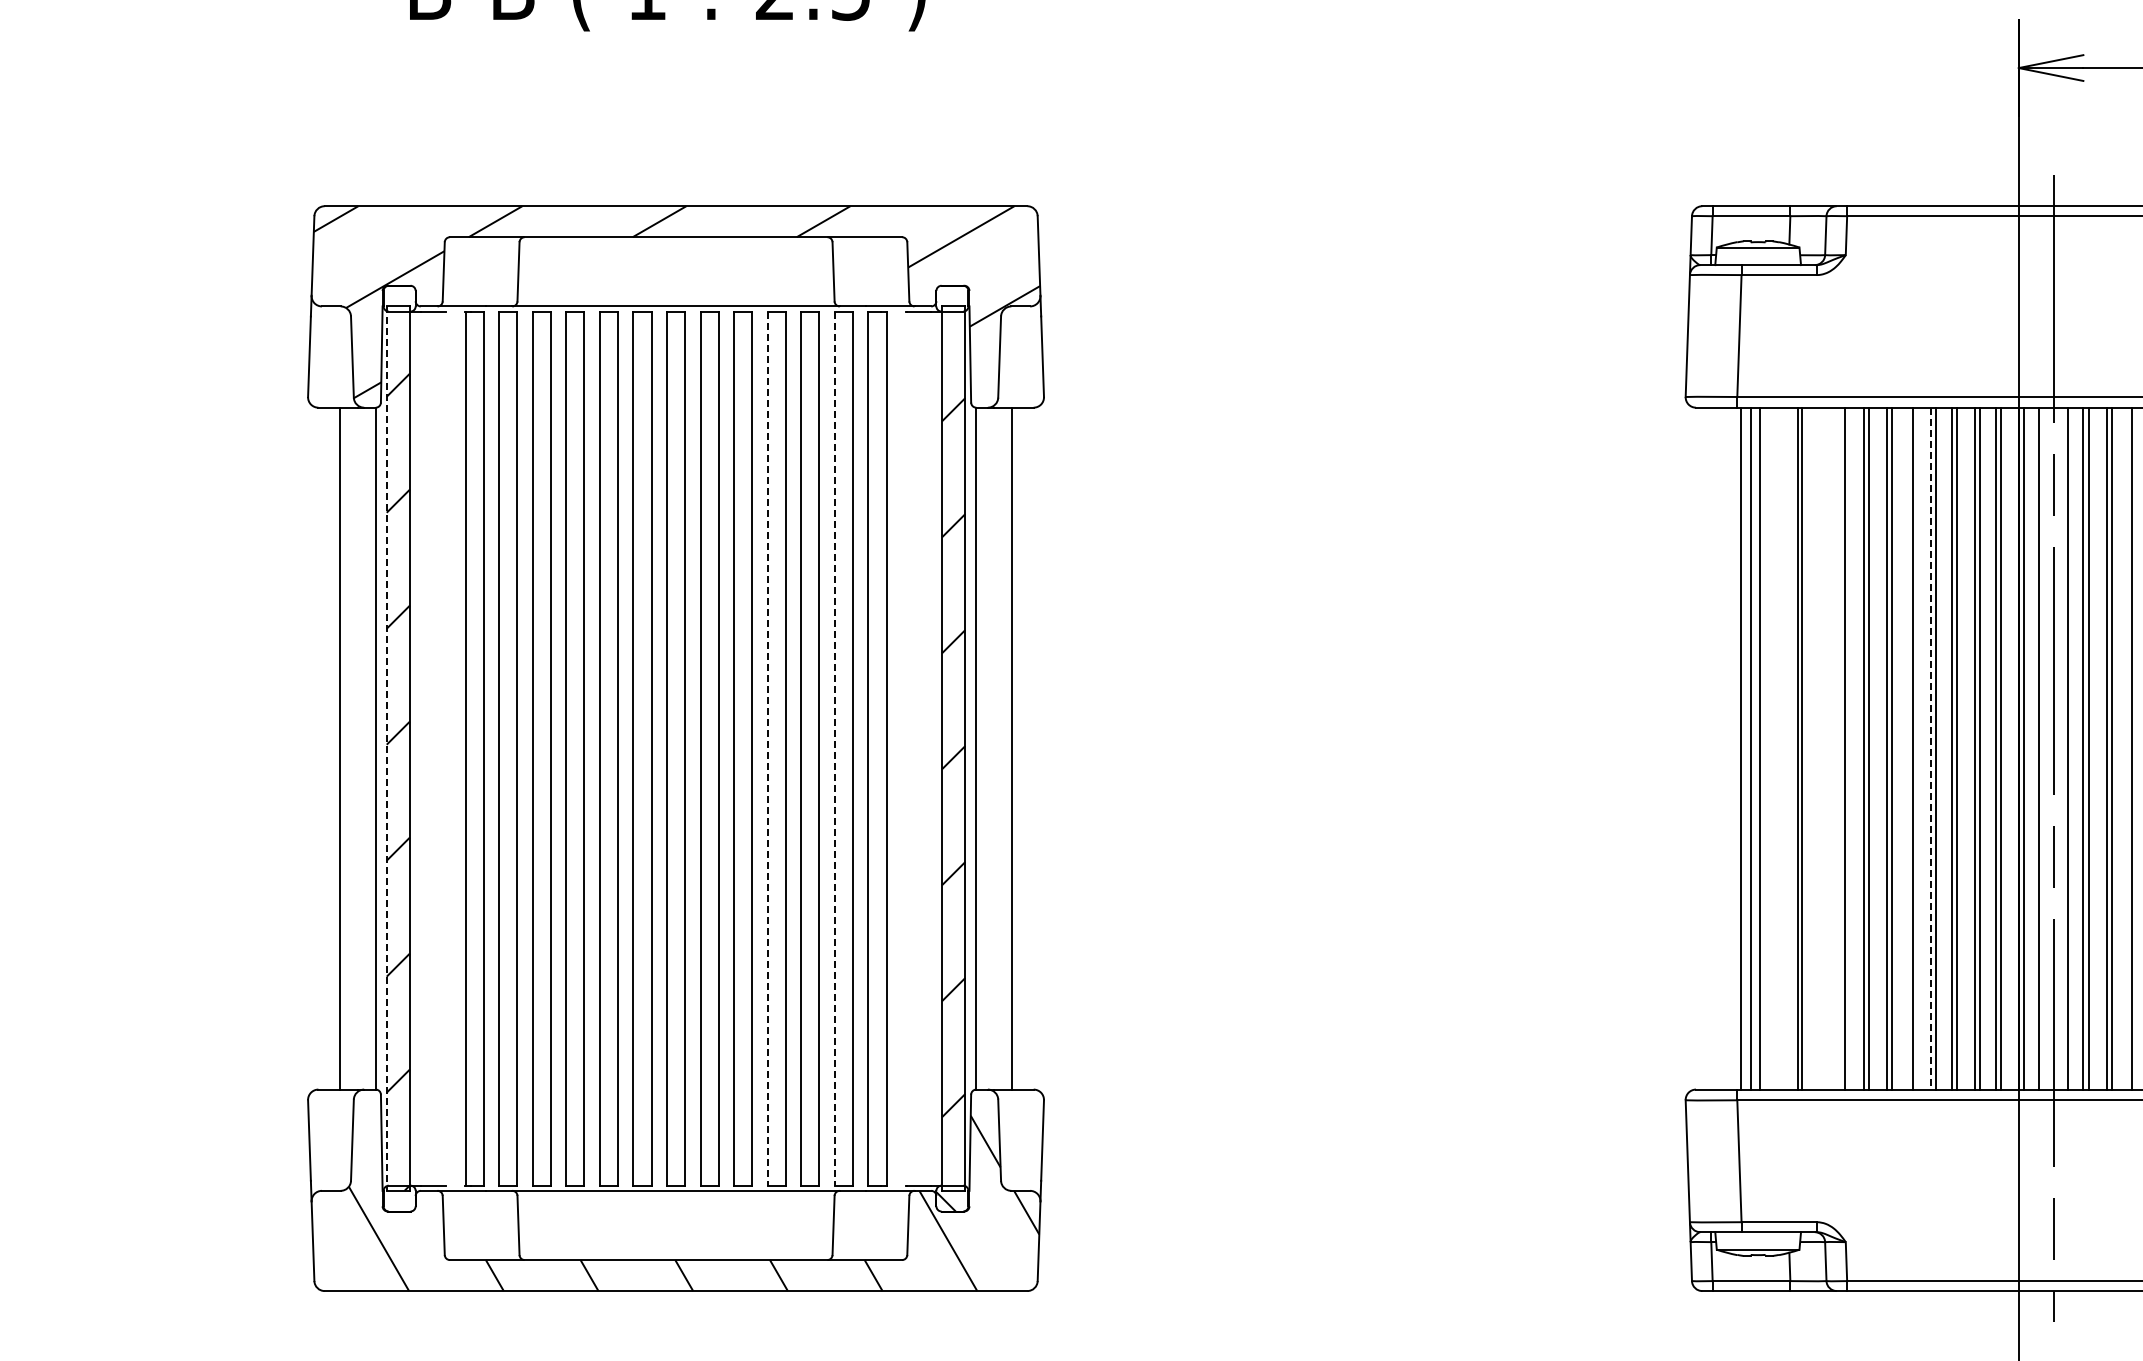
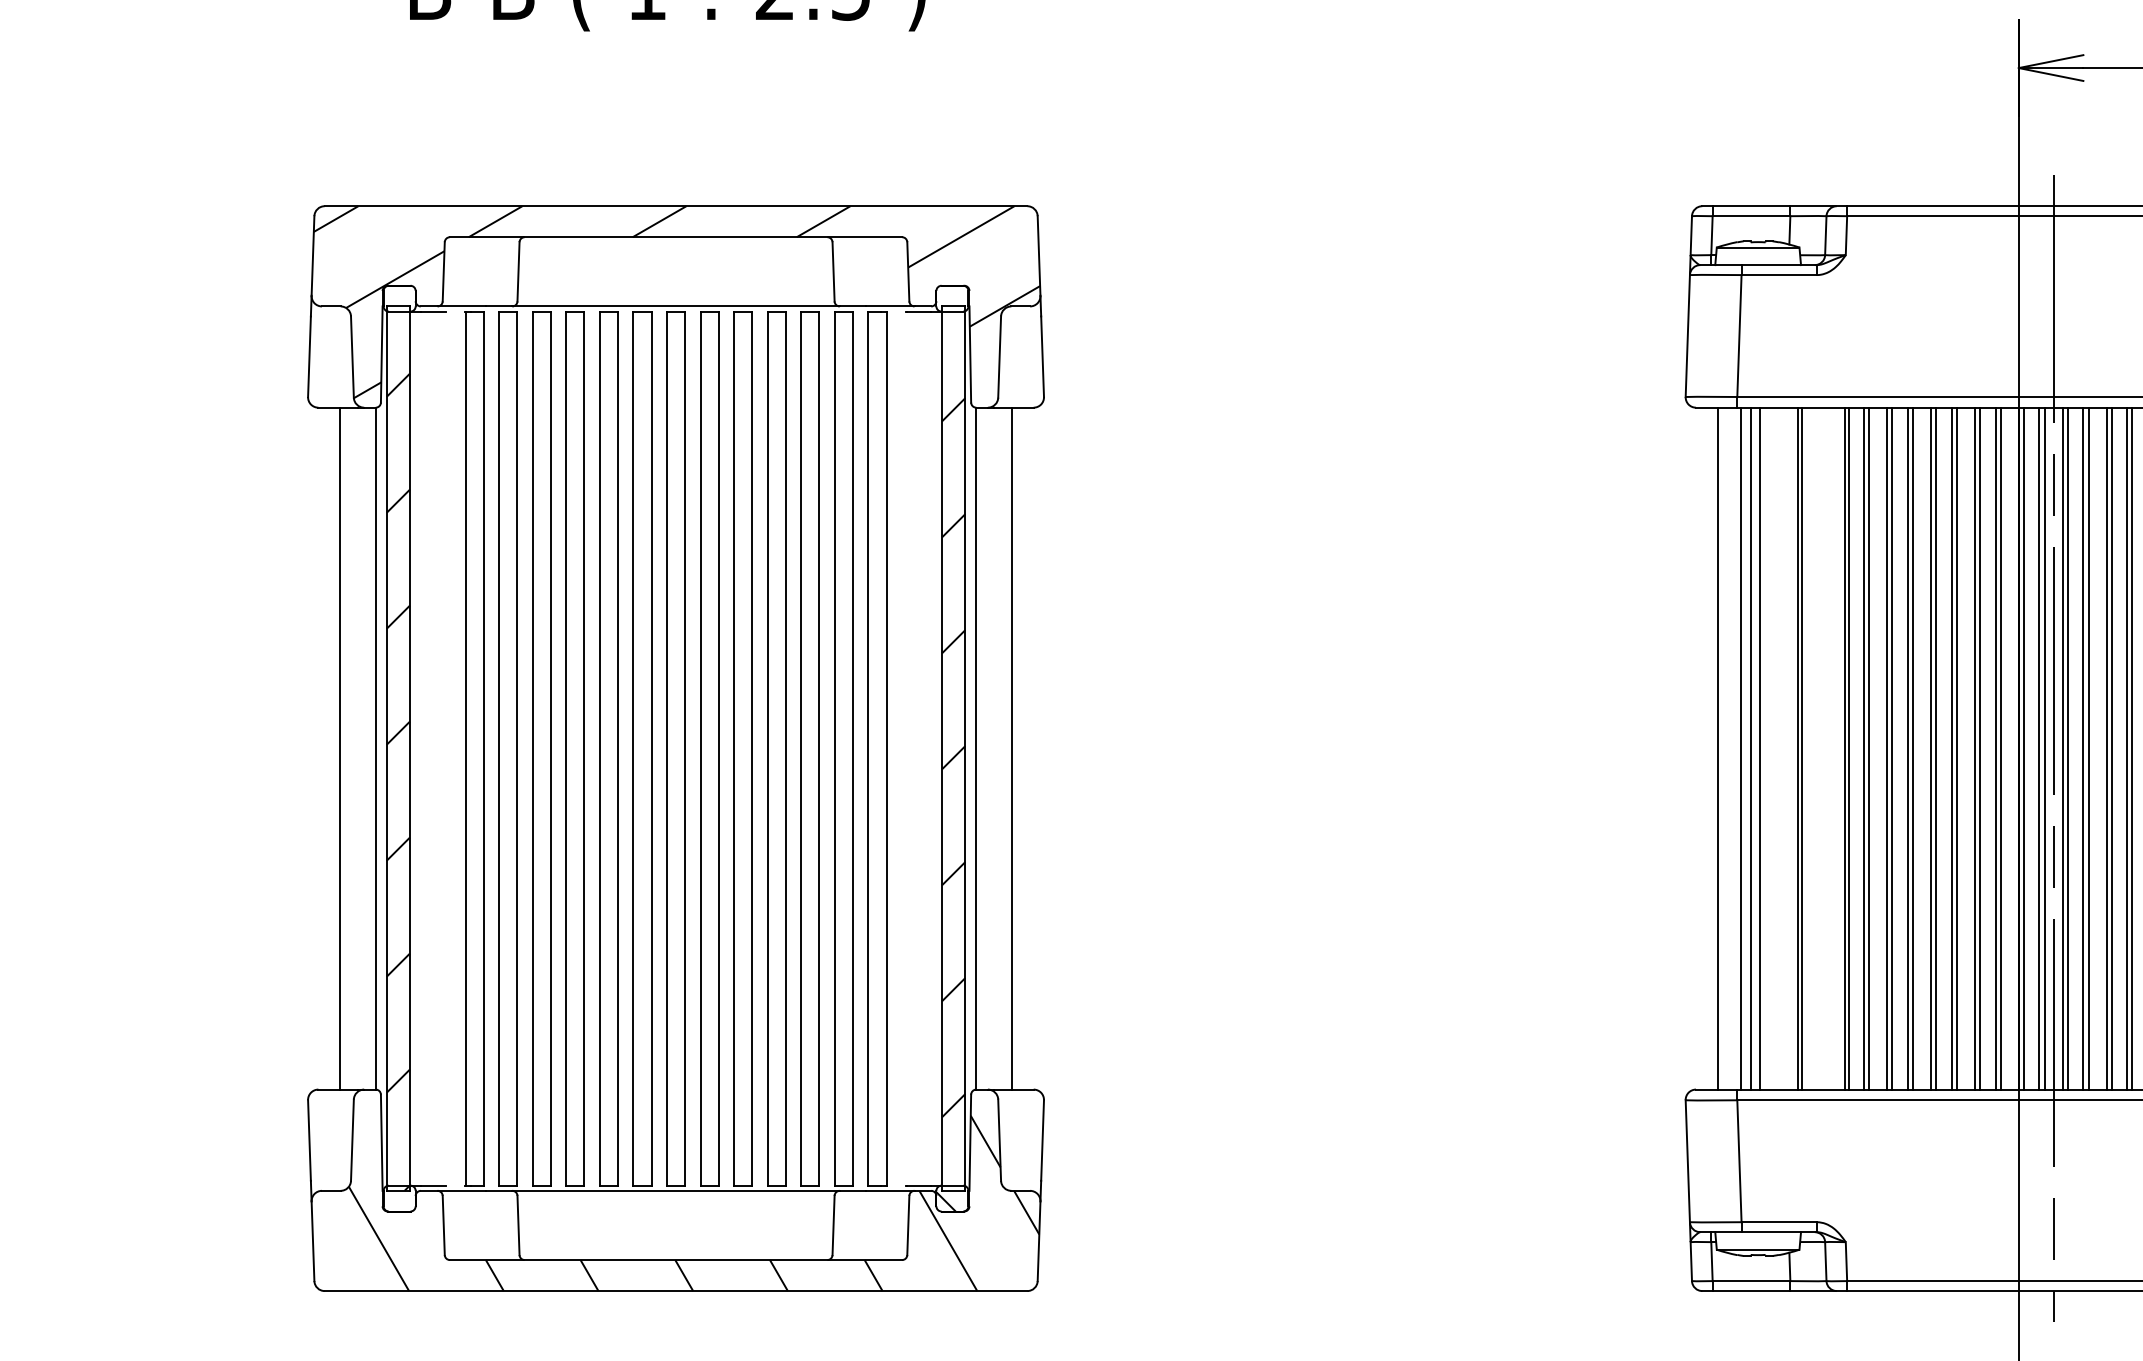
line at (1717, 748): none -> present
line at (1849, 748): none -> present
line at (1907, 748): none -> present
line at (1930, 748): dashed -> solid
line at (2044, 748): none -> present
line at (2062, 748): none -> present
line at (2127, 748): none -> present
line at (386, 749): dashed -> solid
line at (767, 749): dashed -> solid
line at (834, 749): dashed -> solid
